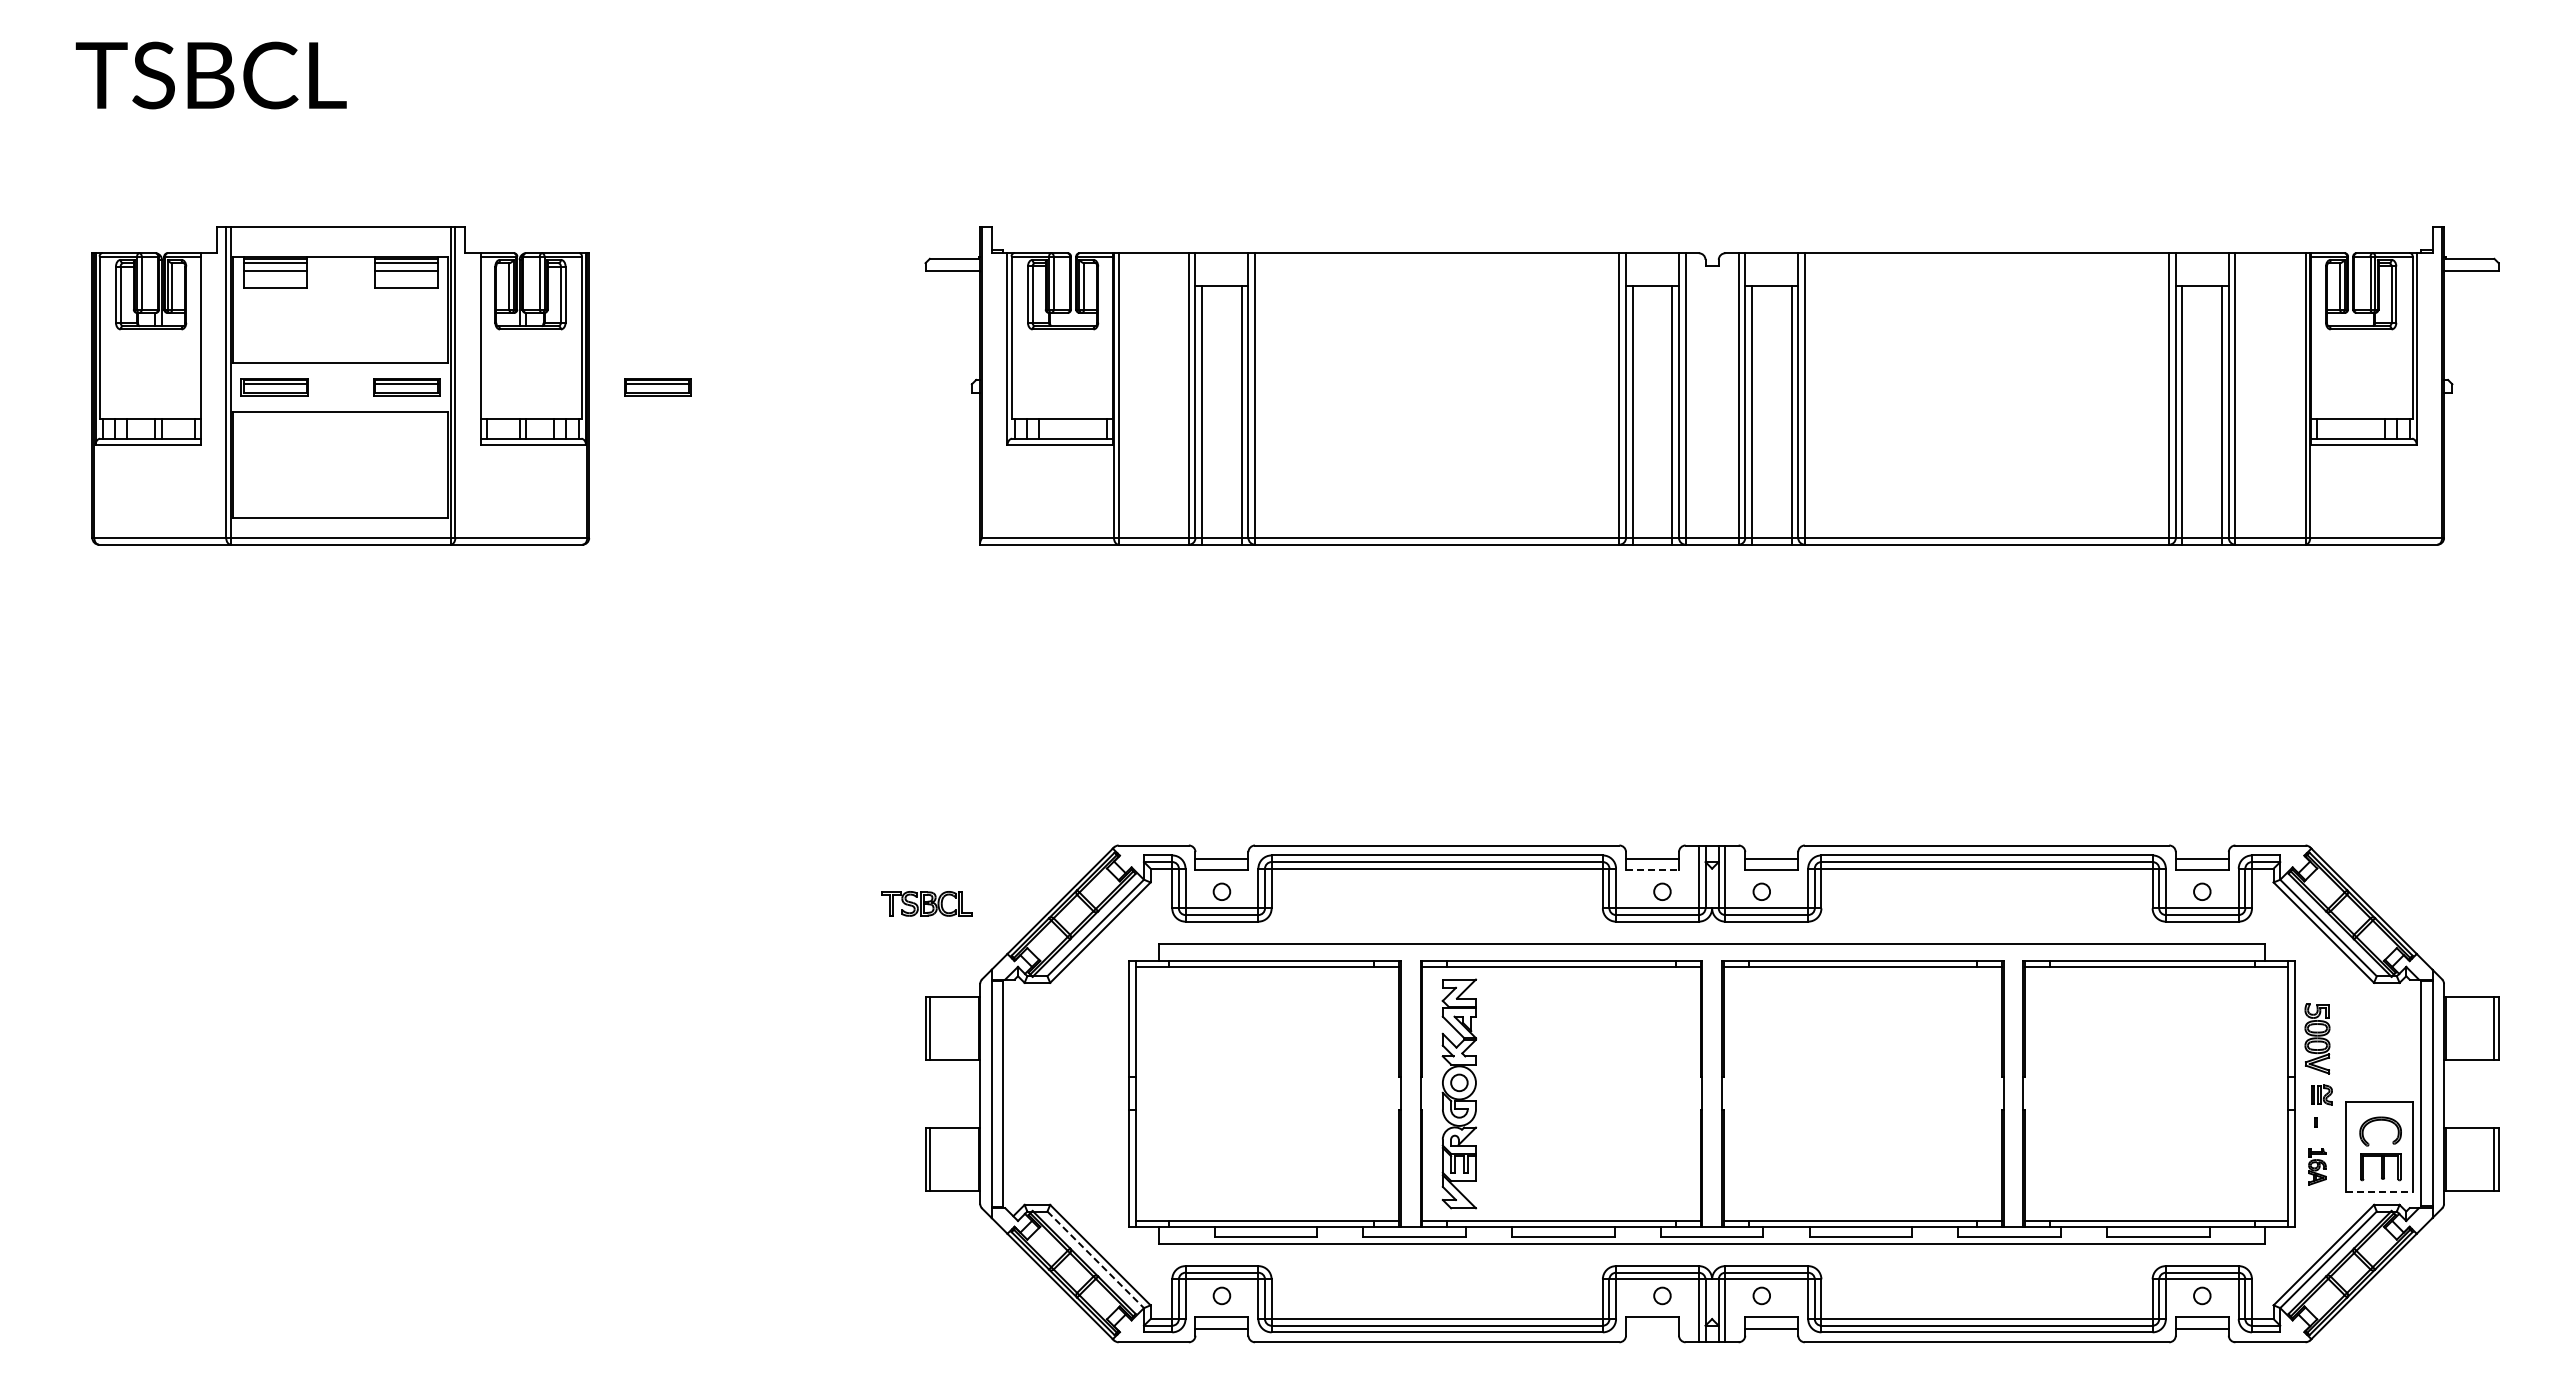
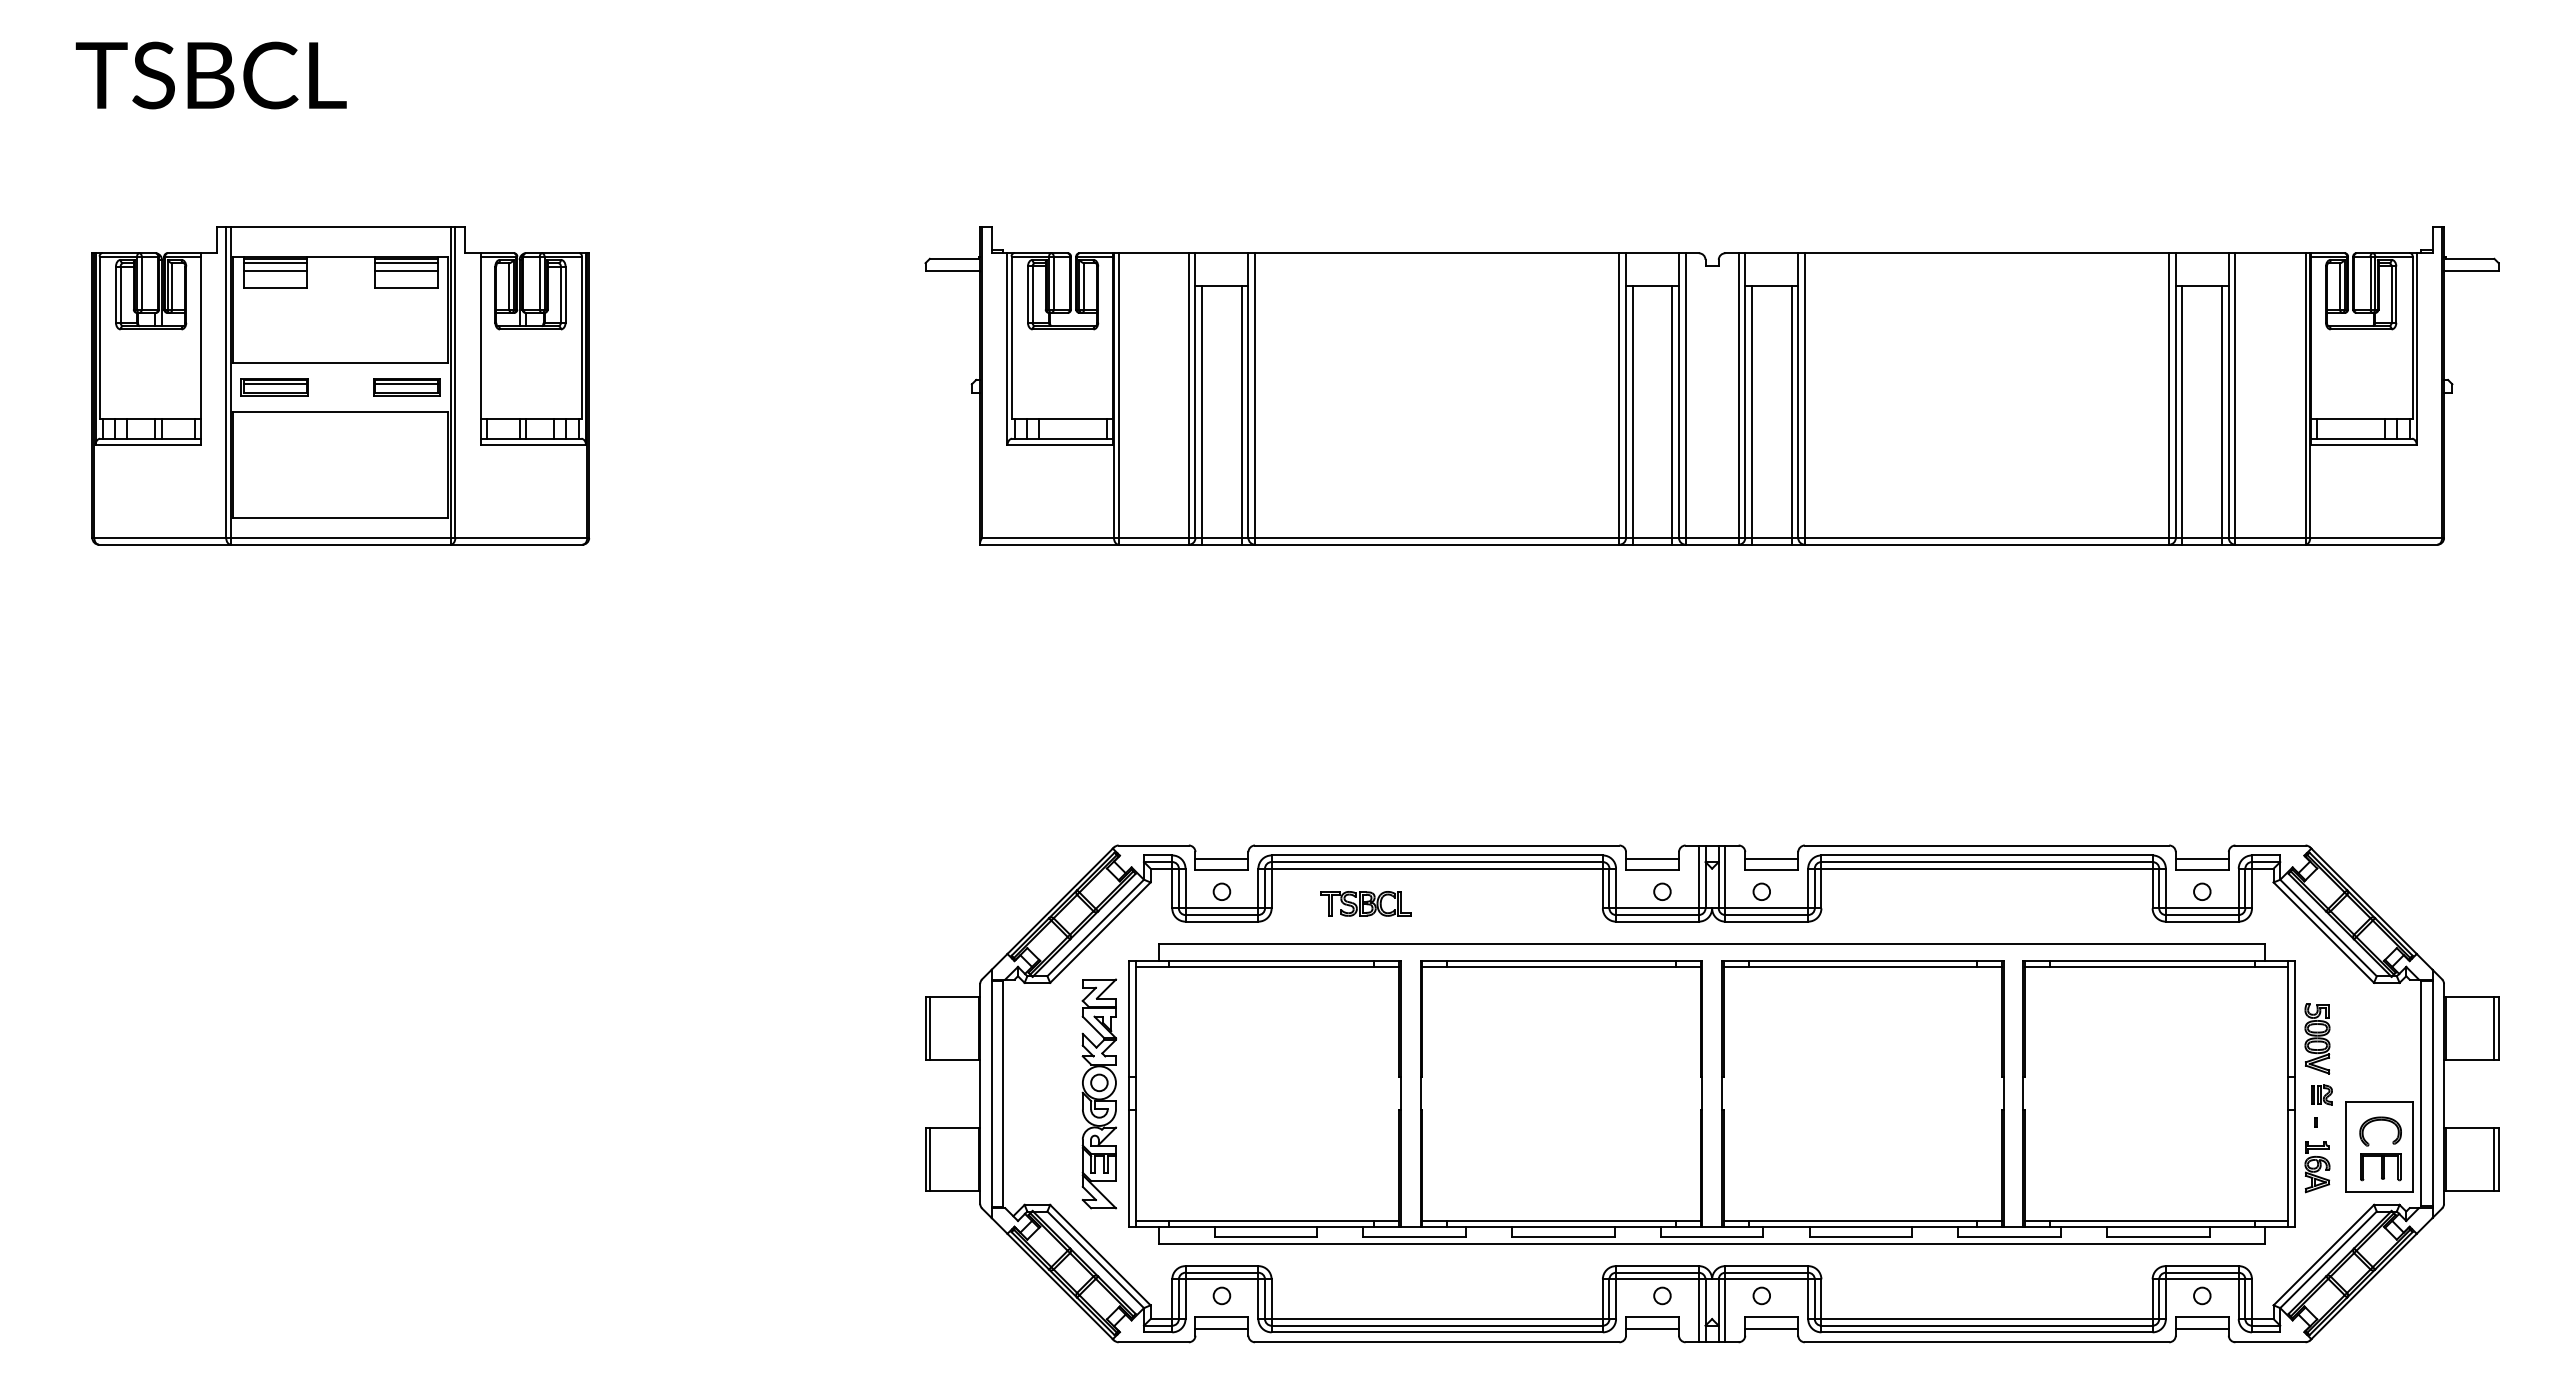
part at (657, 387): present -> none
line at (1653, 870): dashed -> solid
part at (926, 903) position: (926, 903) -> (1365, 903)
part at (1459, 1093) position: (1459, 1093) -> (1099, 1093)
part at (2317, 1166) size: 19x38 px -> 27x53 px
line at (2379, 1191): dashed -> solid
line at (1096, 1260): dashed -> solid
line at (1652, 1329): none -> present
